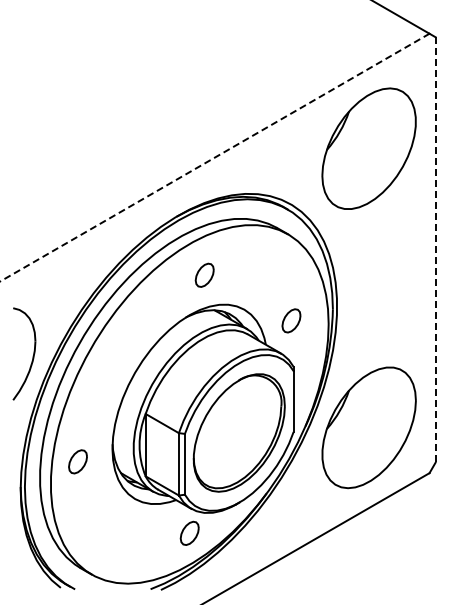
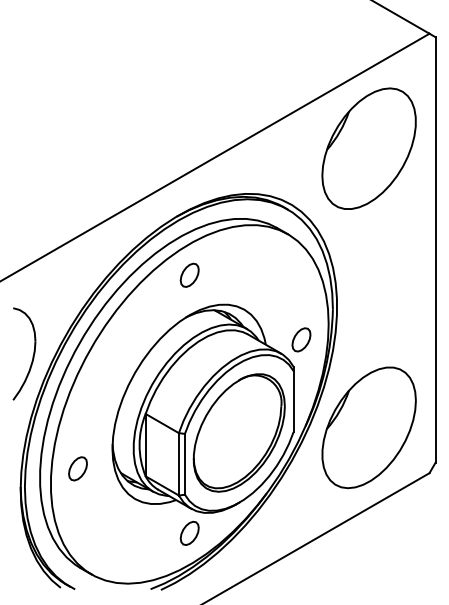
line at (214, 157): dashed -> solid
line at (435, 249): dashed -> solid
part at (204, 274) position: (204, 274) -> (189, 274)
part at (291, 320) position: (291, 320) -> (301, 339)
part at (77, 461) position: (77, 461) -> (77, 468)
